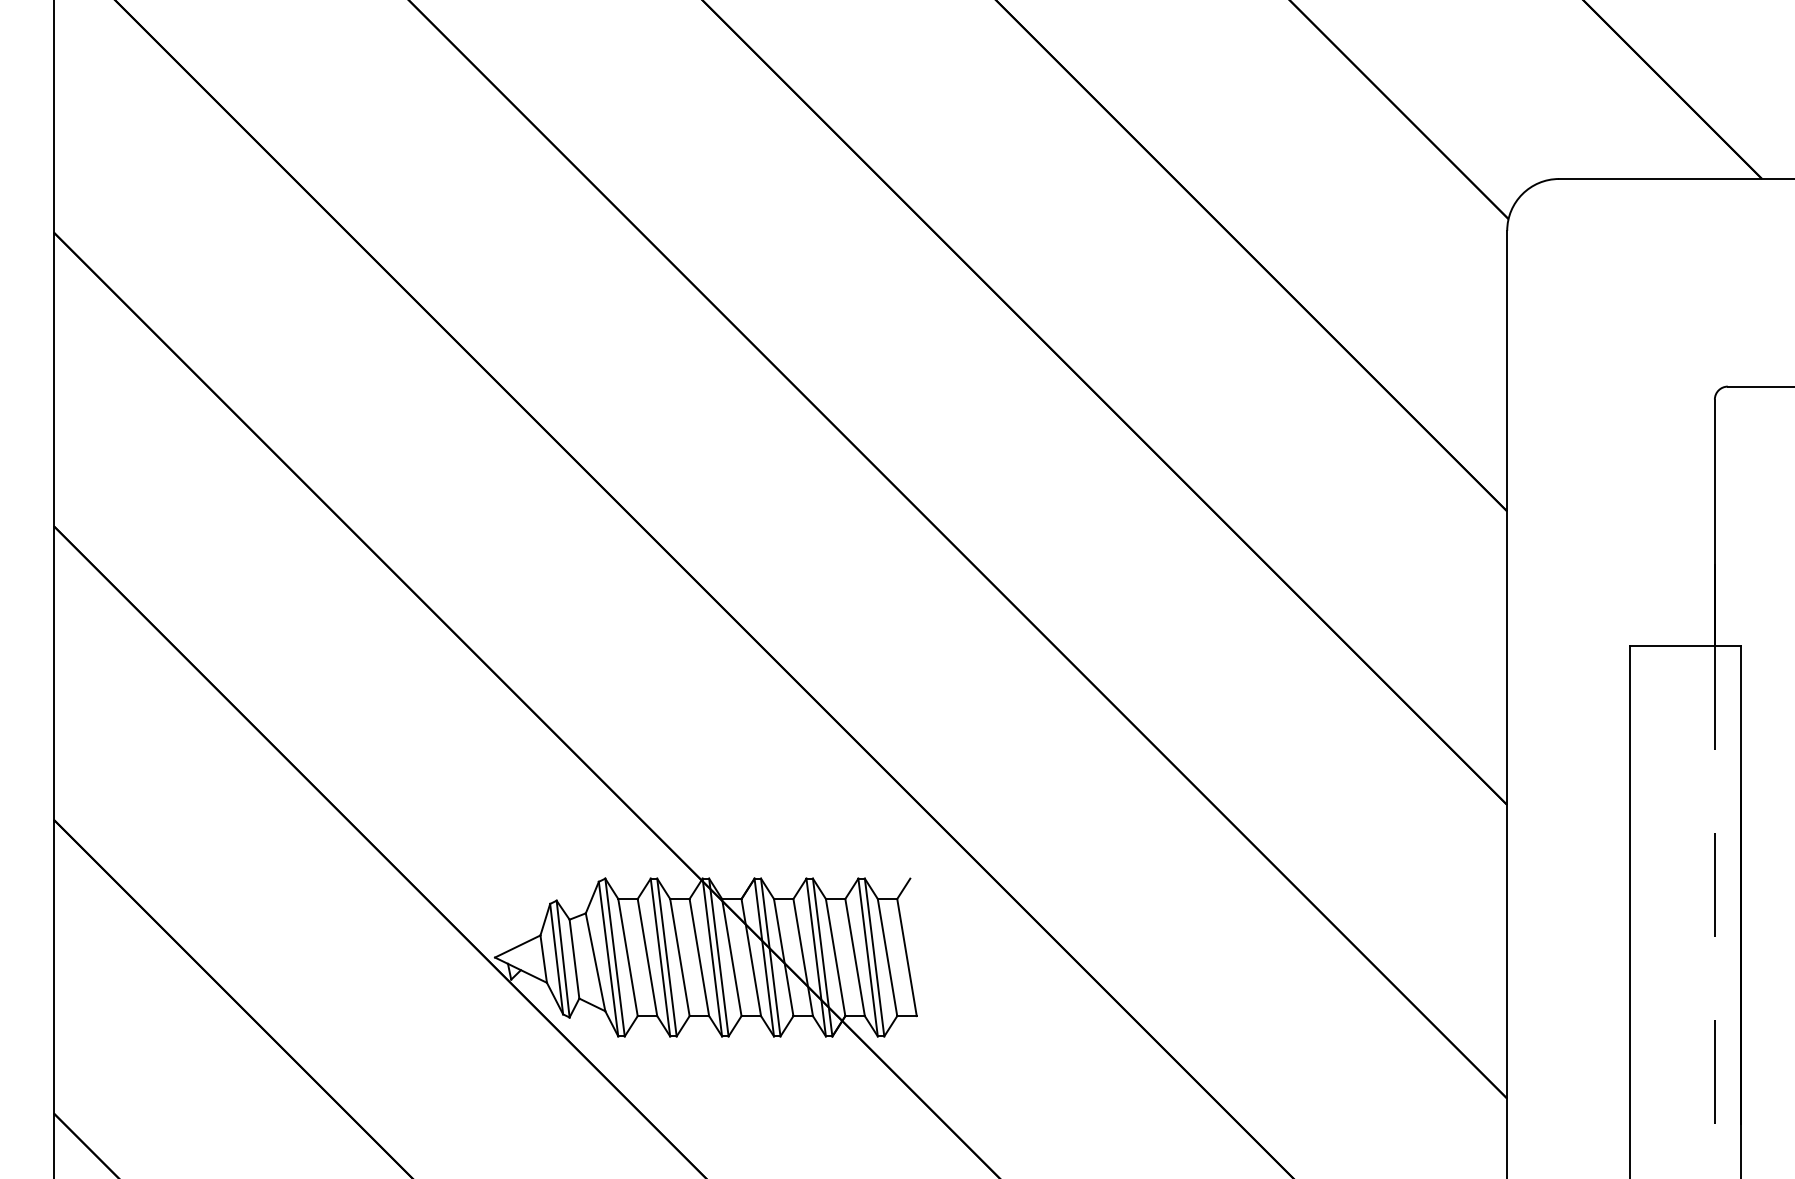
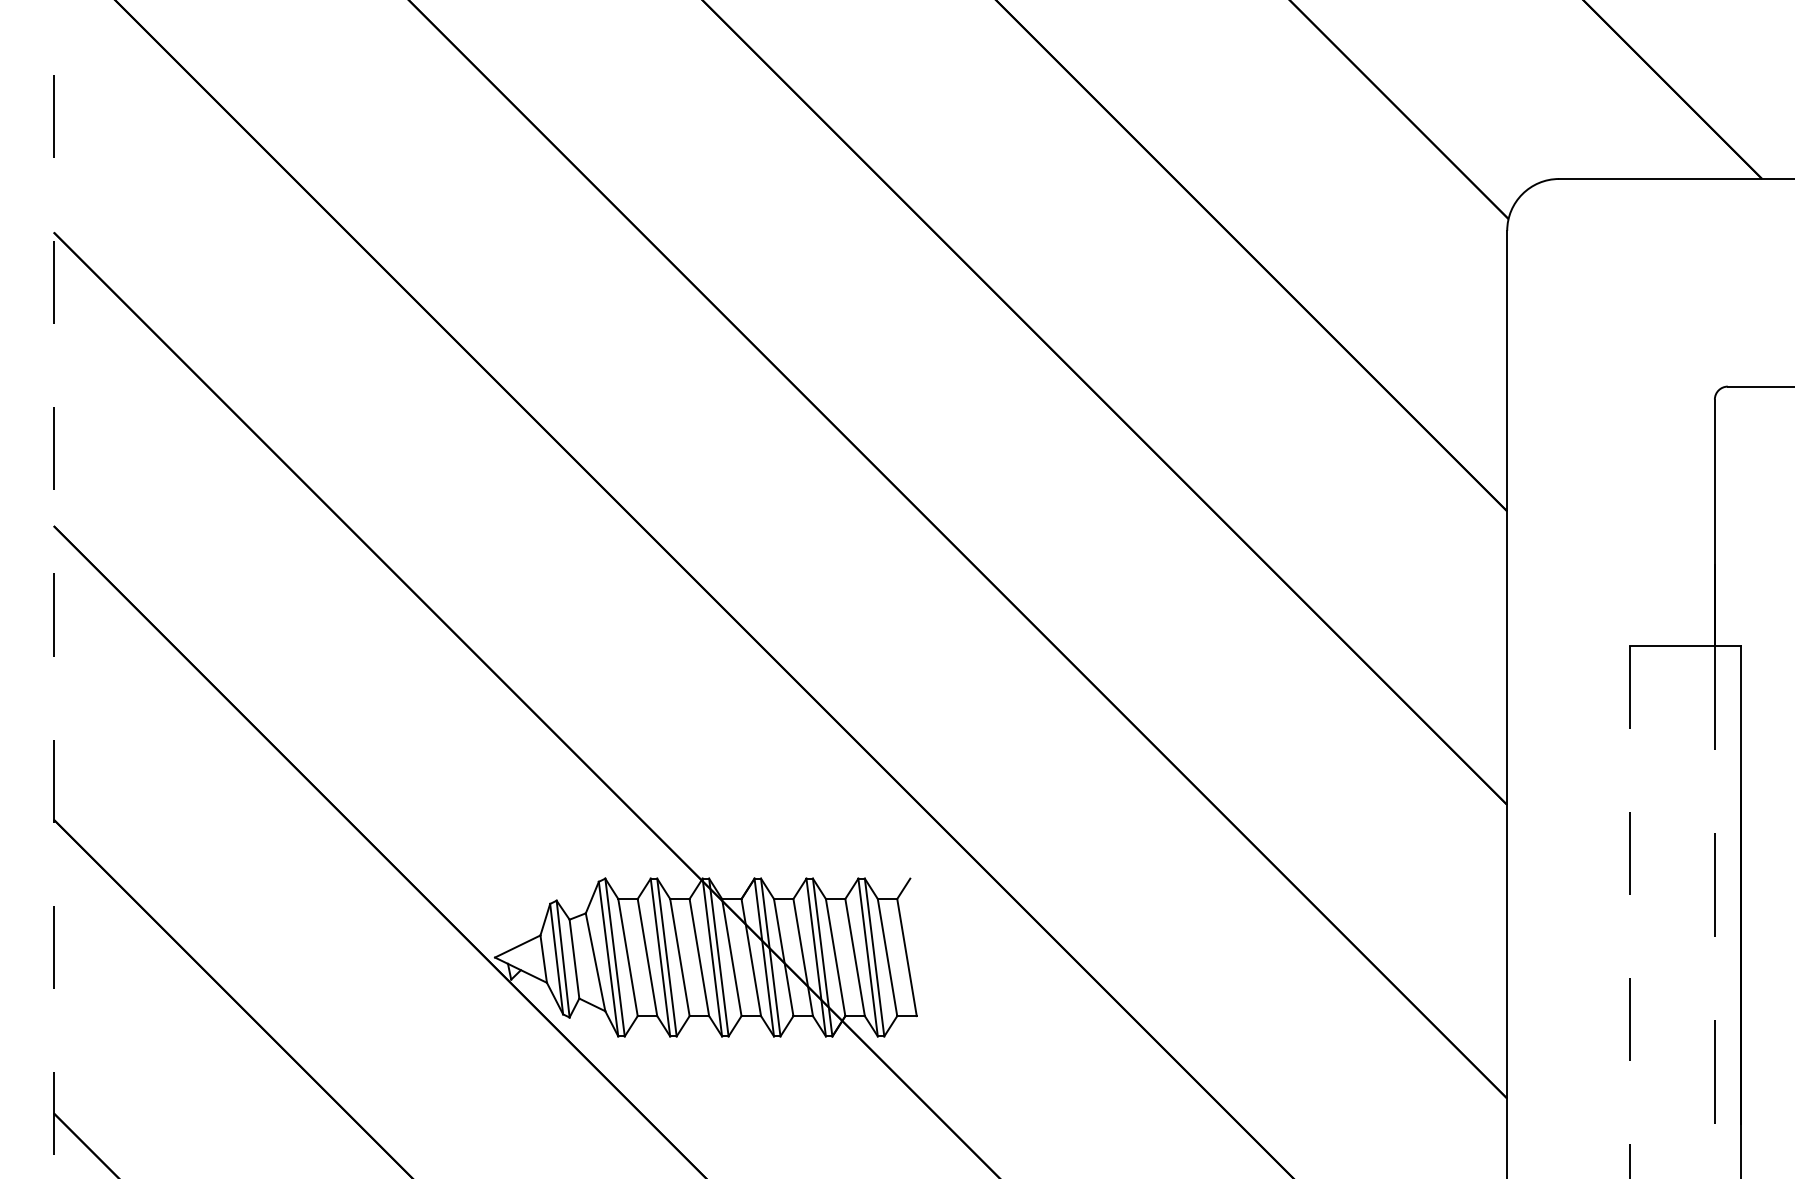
line at (53, 589): solid -> dashed
line at (1629, 913): solid -> dashed
